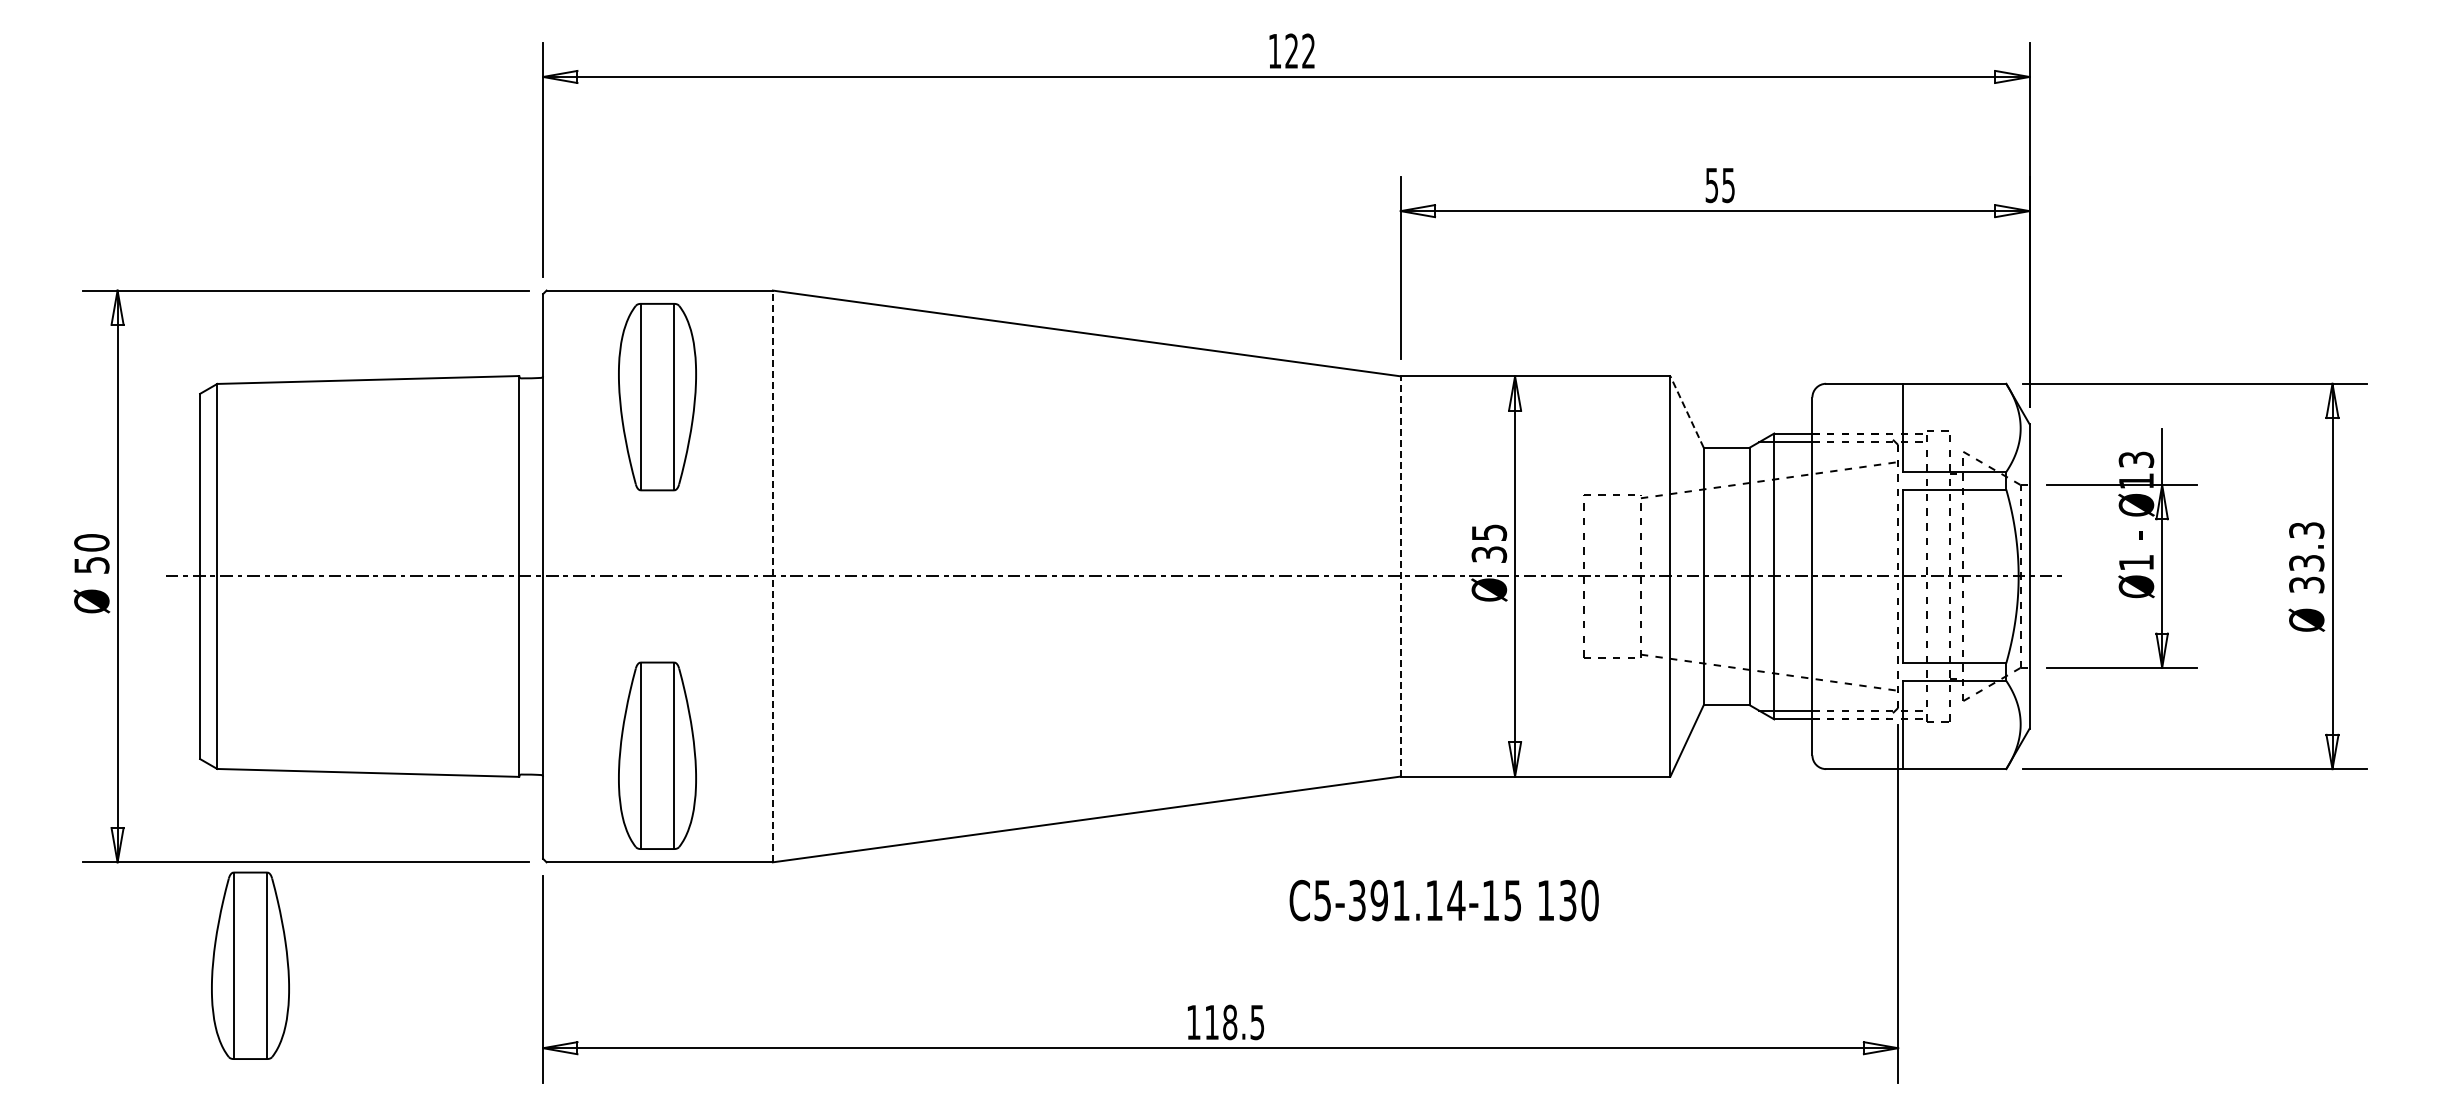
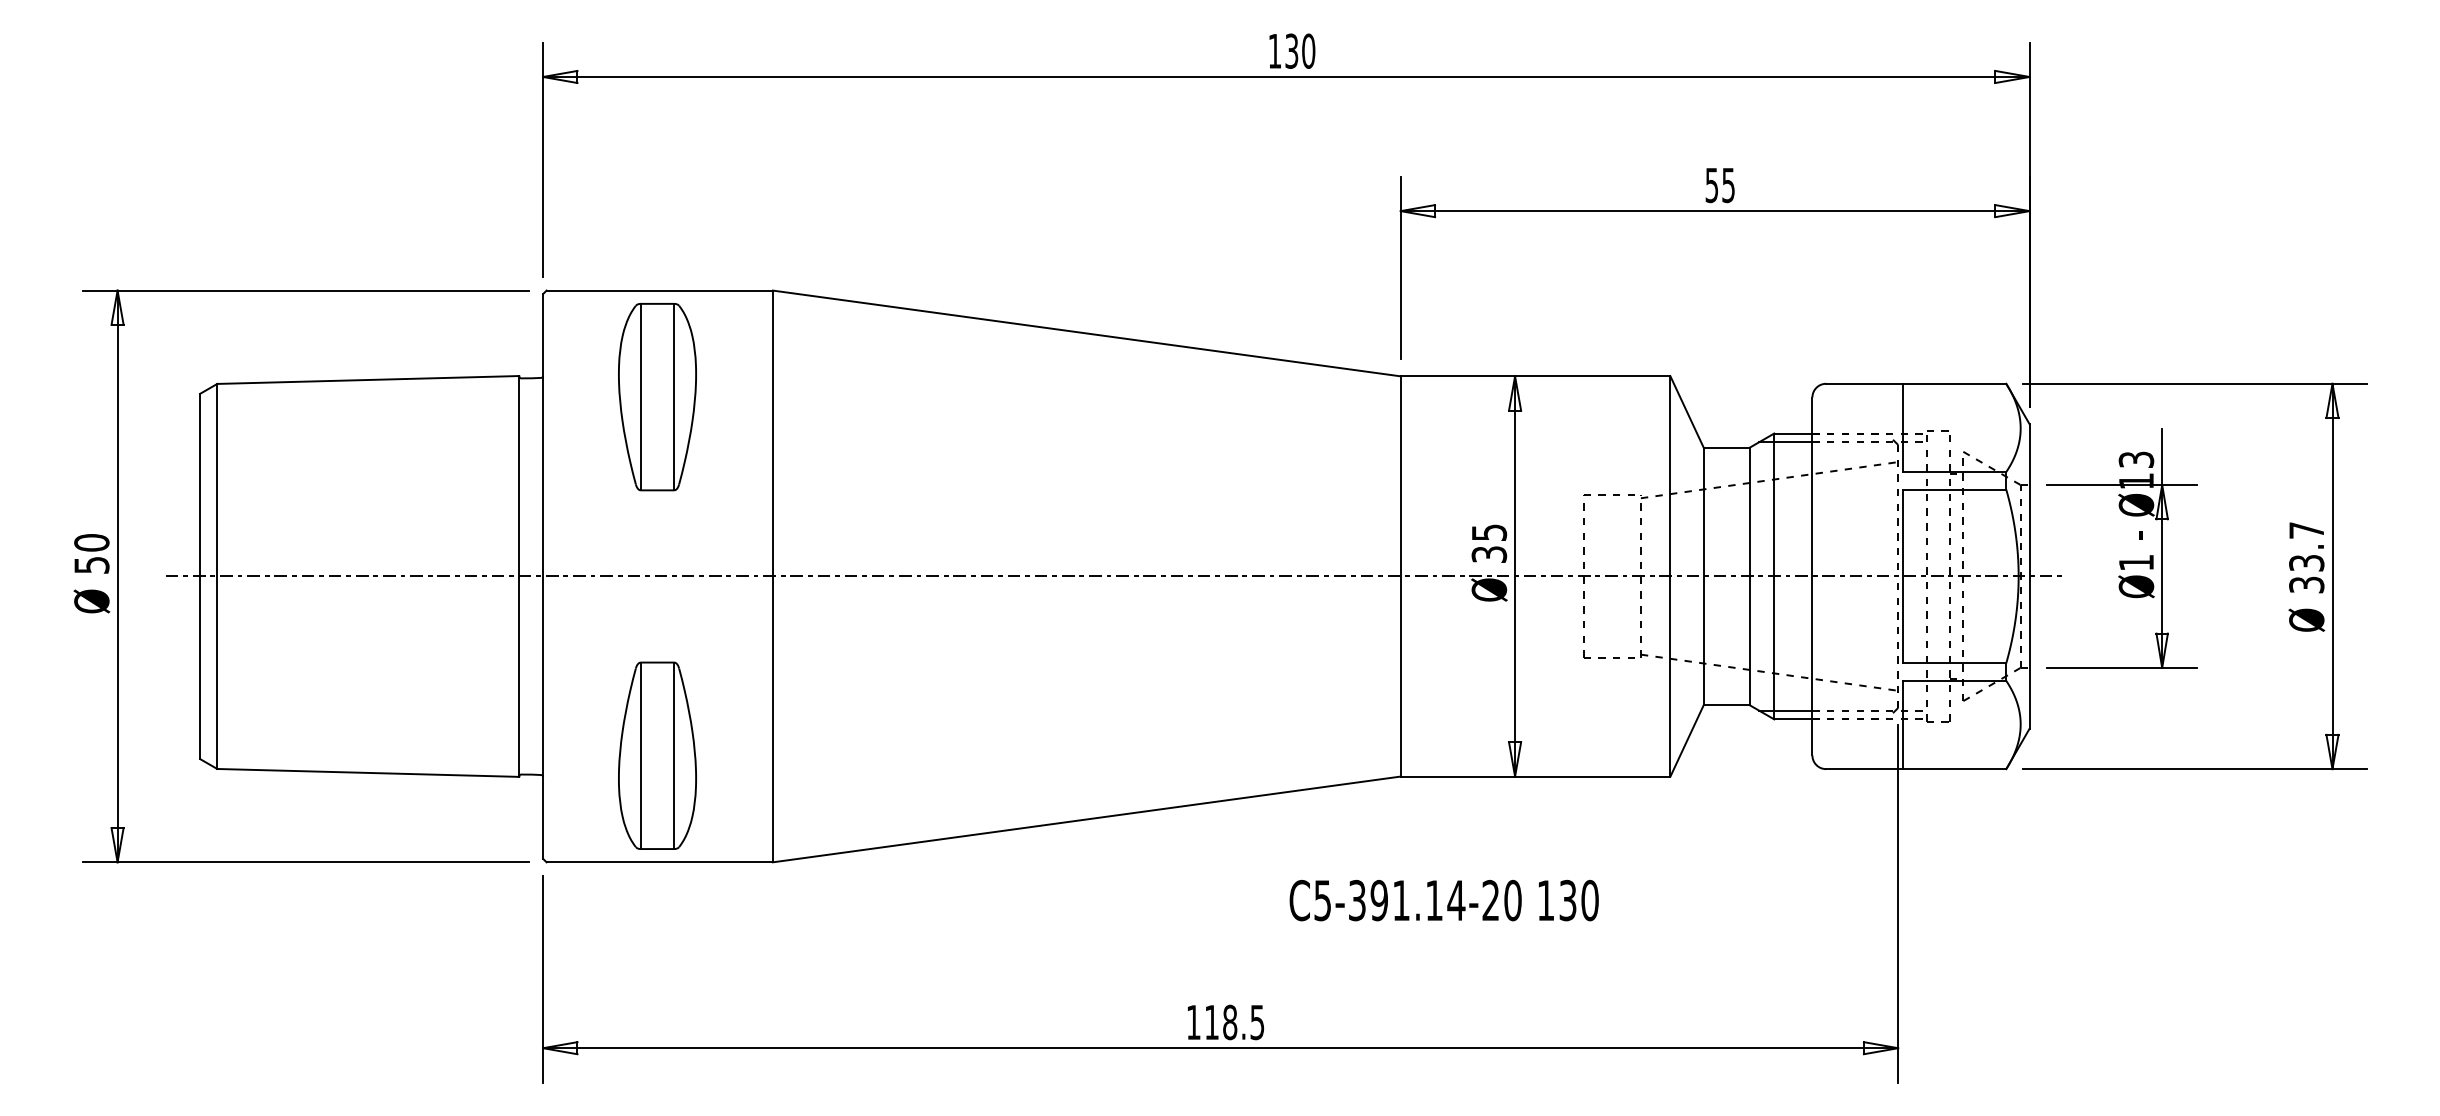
text at (1300, 50): 122 -> 130
line at (1686, 411): dashed -> solid
text at (2306, 530): 33.3 -> 33.7
line at (1400, 575): dashed -> solid
line at (772, 576): dashed -> solid
text at (1501, 900): C5-391.14-15 -> C5-391.14-20
part at (250, 965): present -> none
